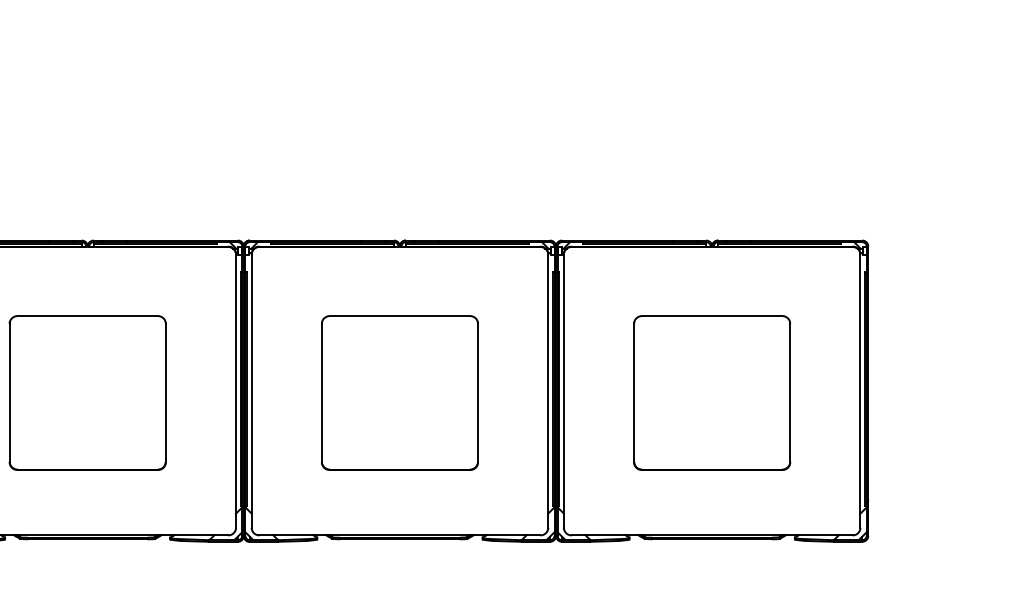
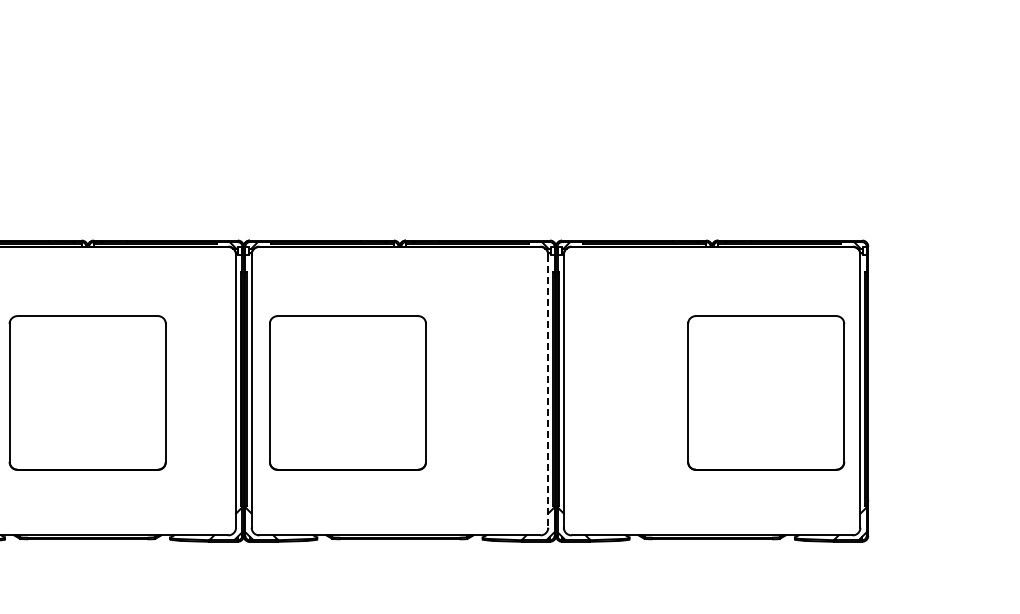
line at (548, 391): solid -> dashed
part at (399, 392) position: (399, 392) -> (347, 392)
part at (712, 392) position: (712, 392) -> (766, 392)
